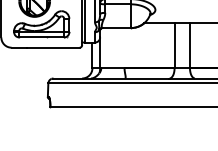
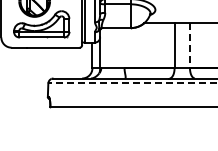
line at (189, 46): solid -> dashed
line at (132, 83): solid -> dashed
